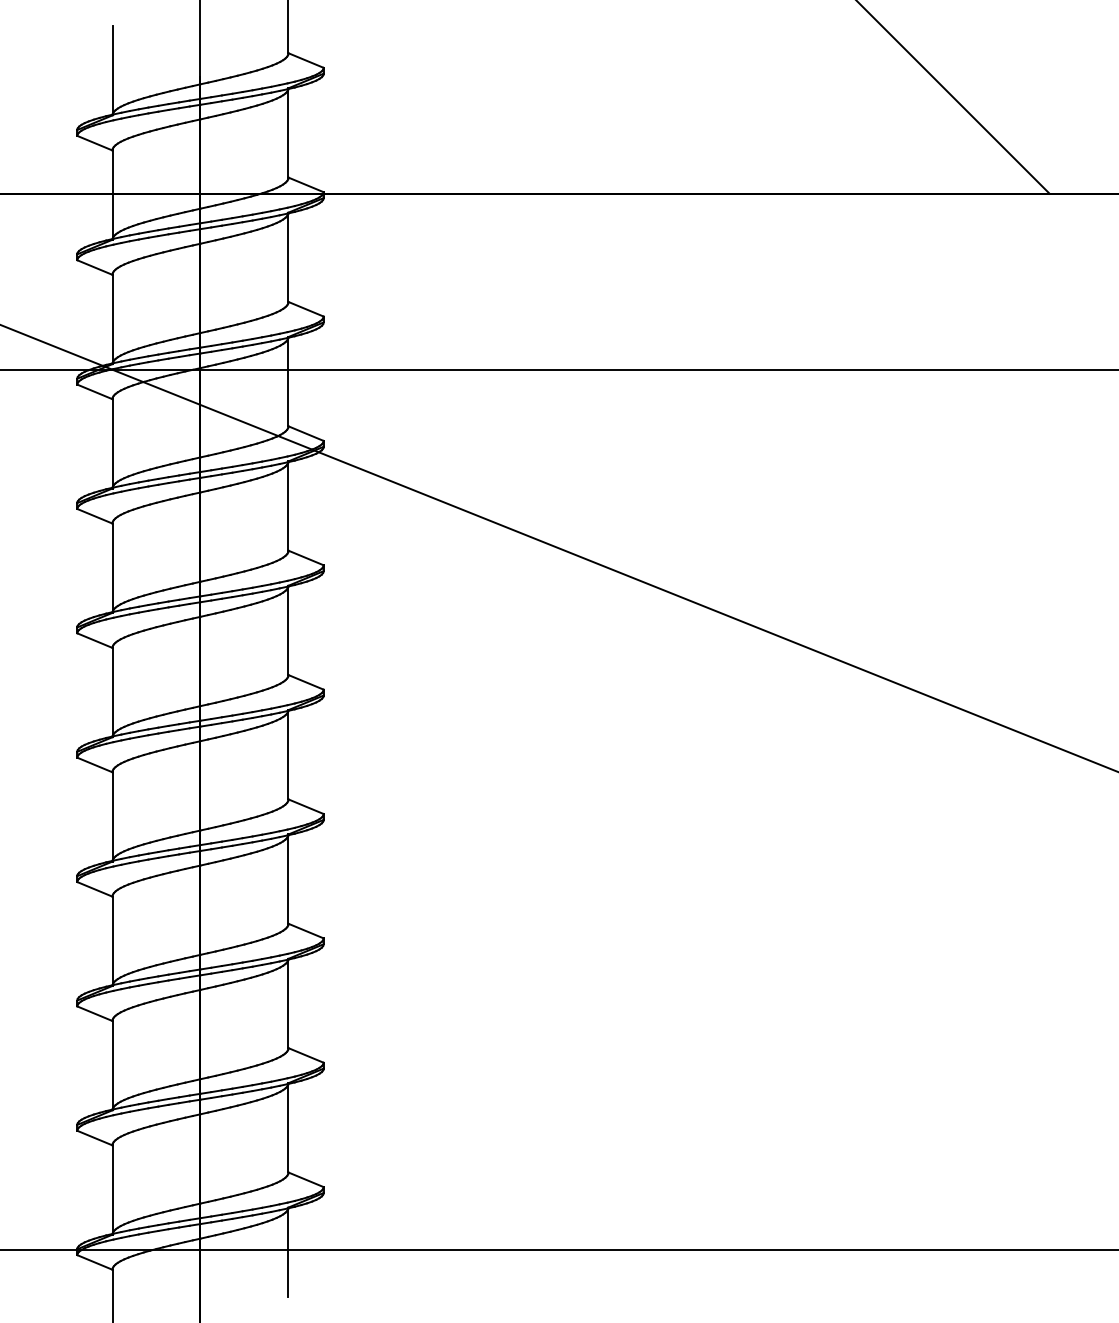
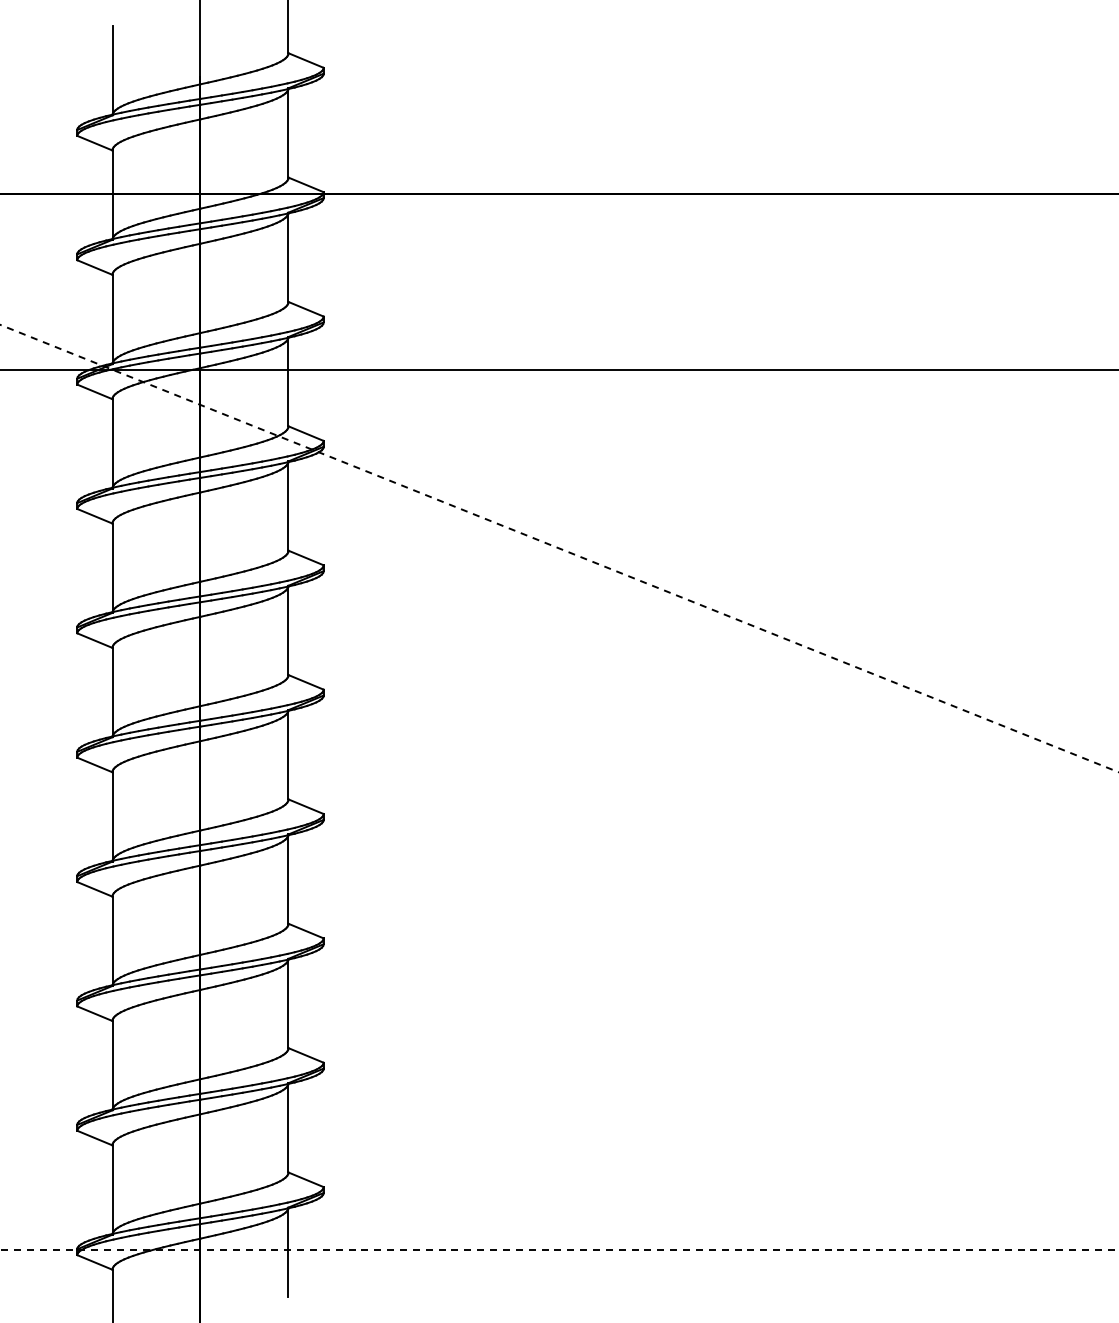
line at (953, 97): present -> none
line at (559, 548): solid -> dashed
line at (559, 1249): solid -> dashed
